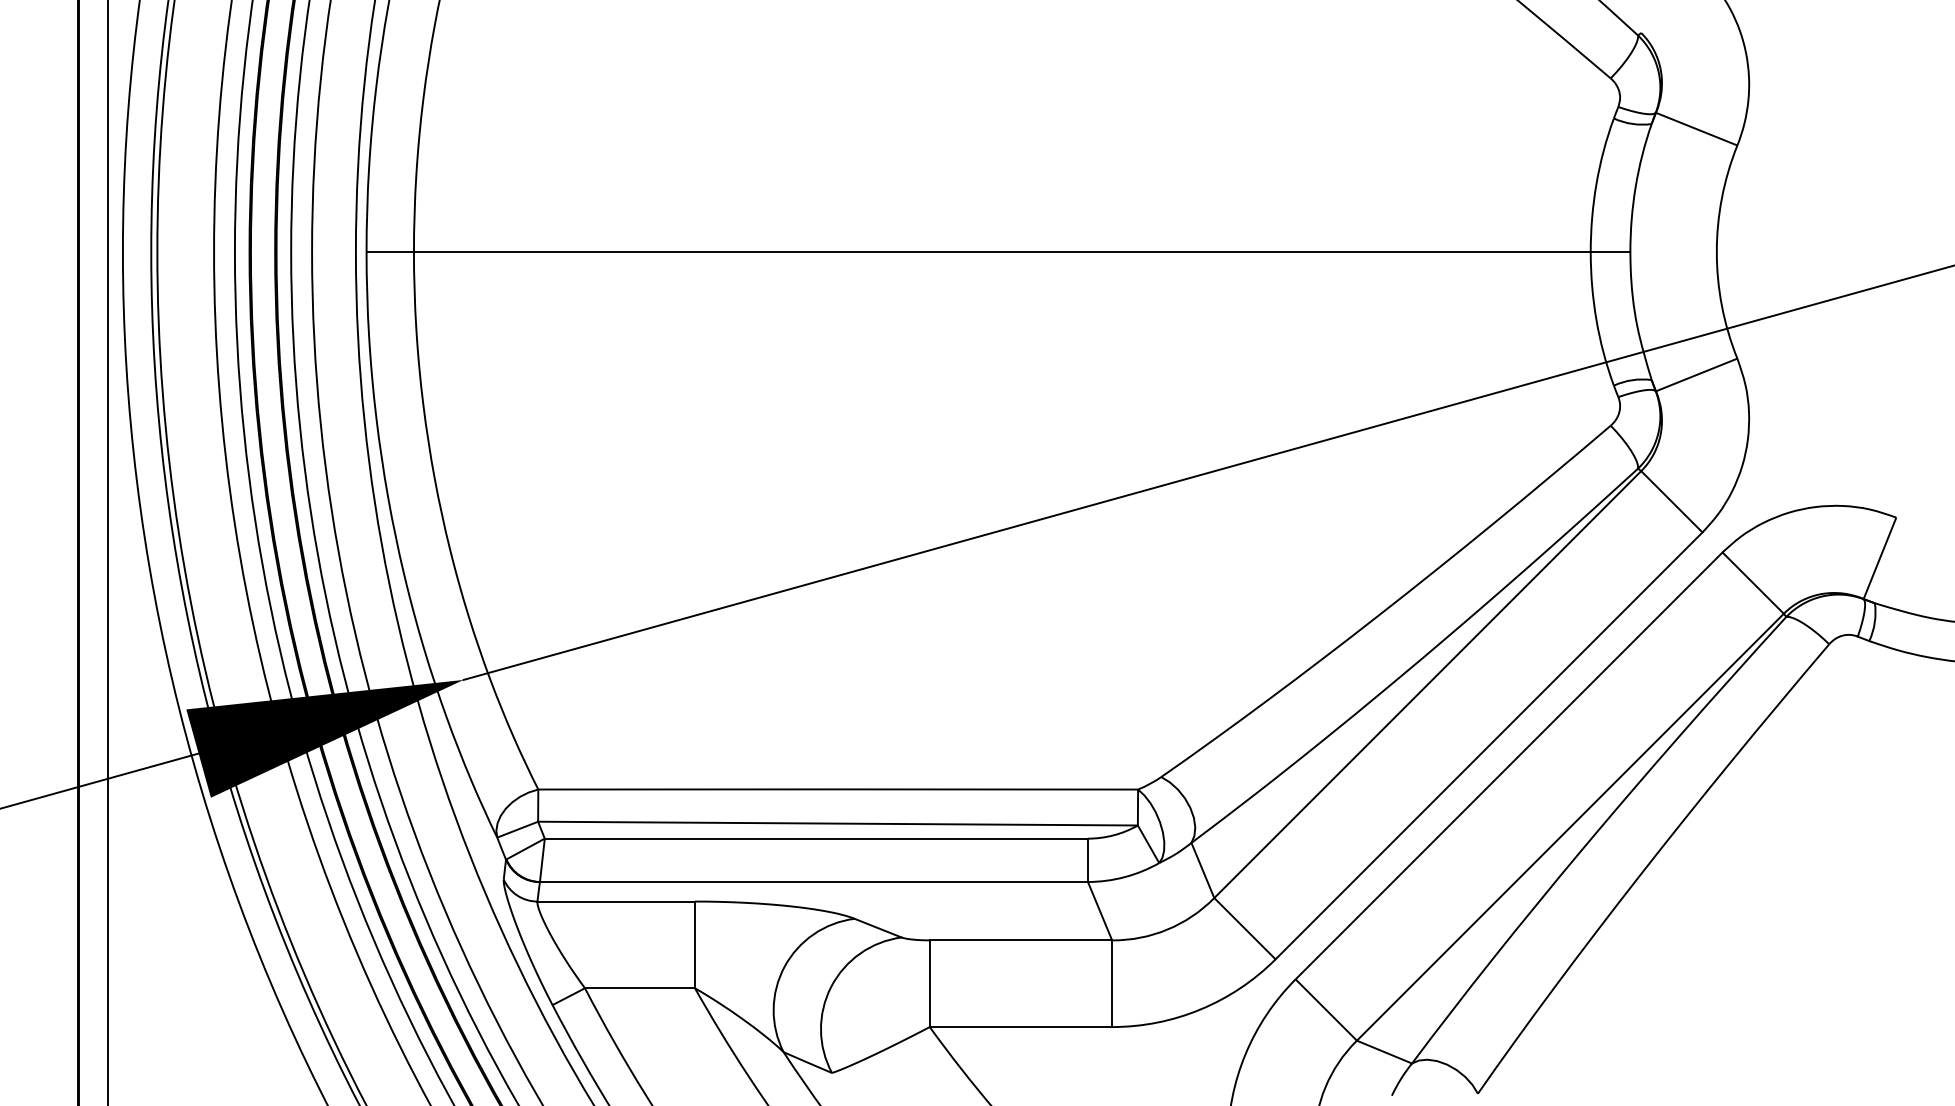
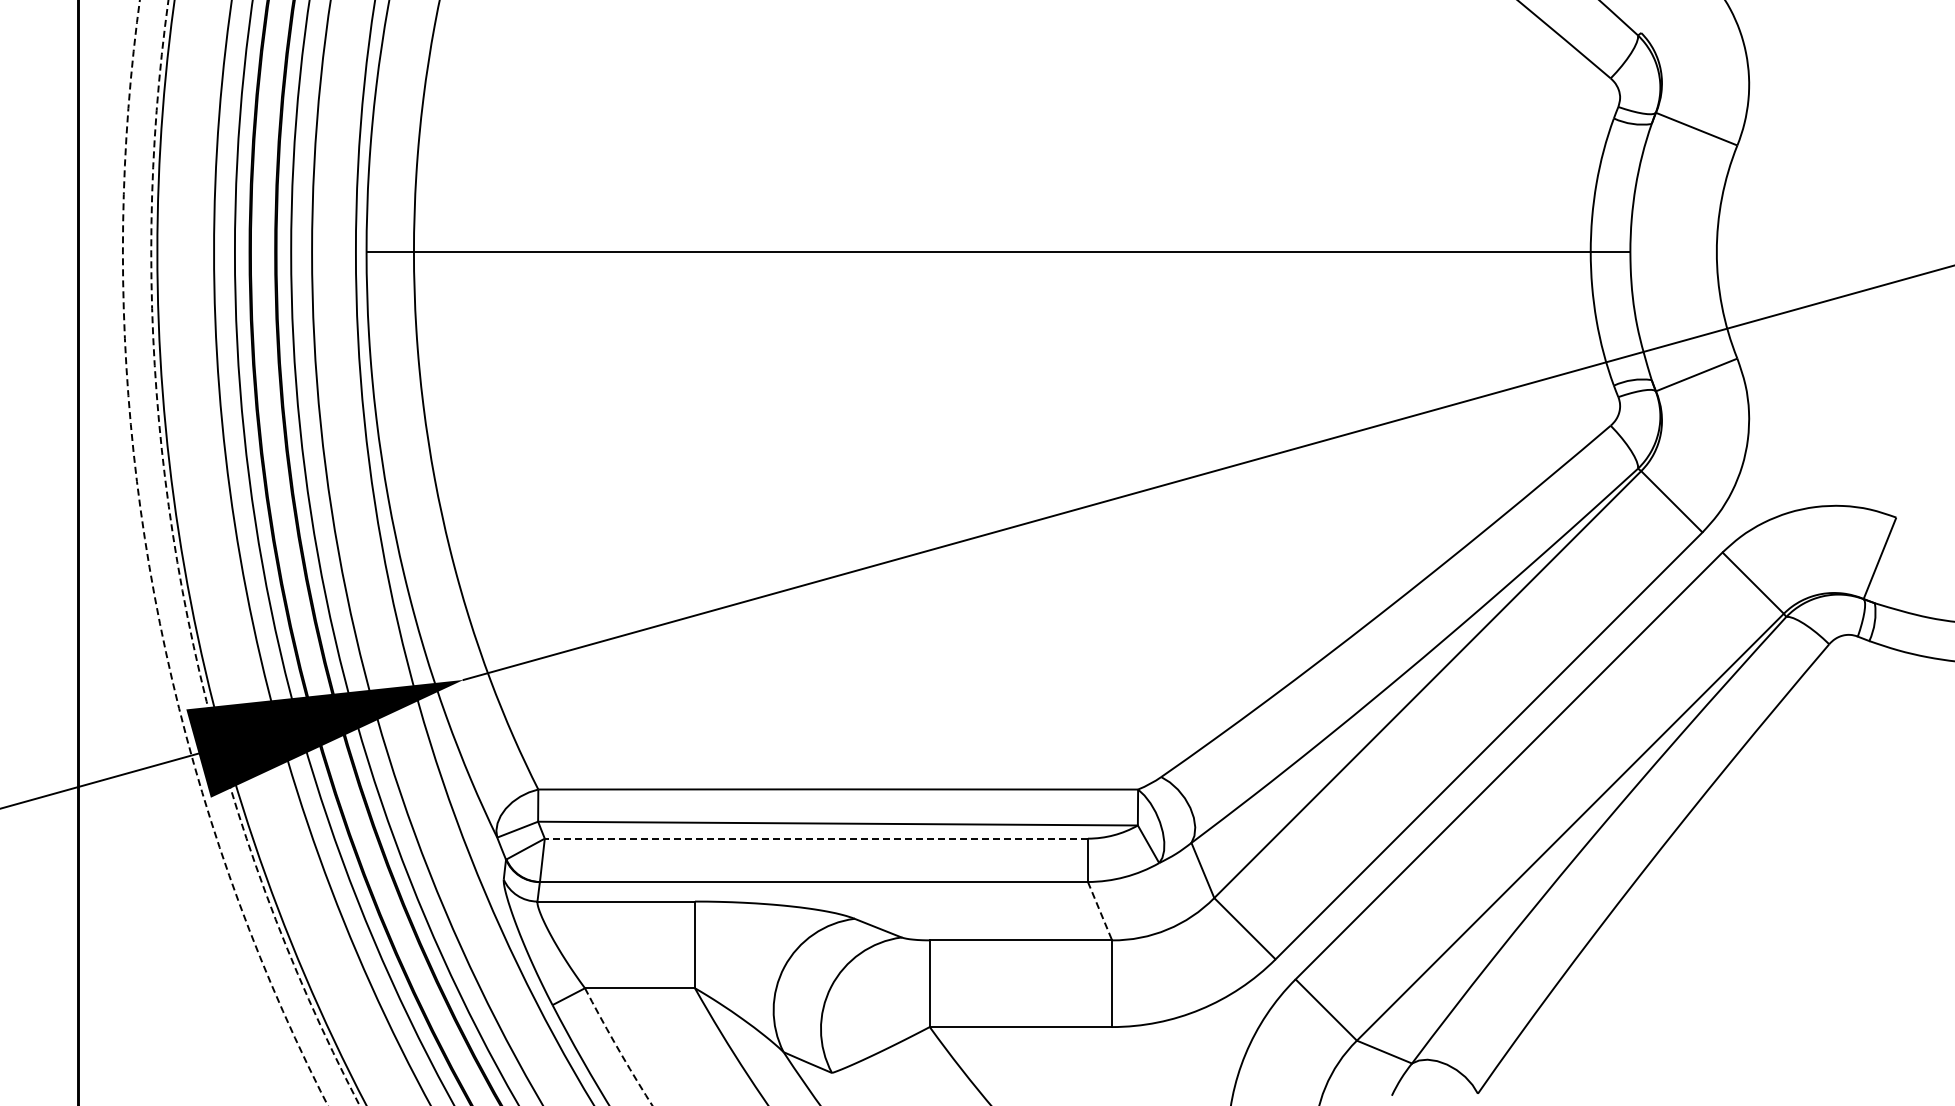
line at (108, 552): present -> none
arc at (177, 565): solid -> dashed
arc at (150, 570): solid -> dashed
line at (816, 838): solid -> dashed
line at (1100, 911): solid -> dashed
arc at (617, 1047): solid -> dashed
